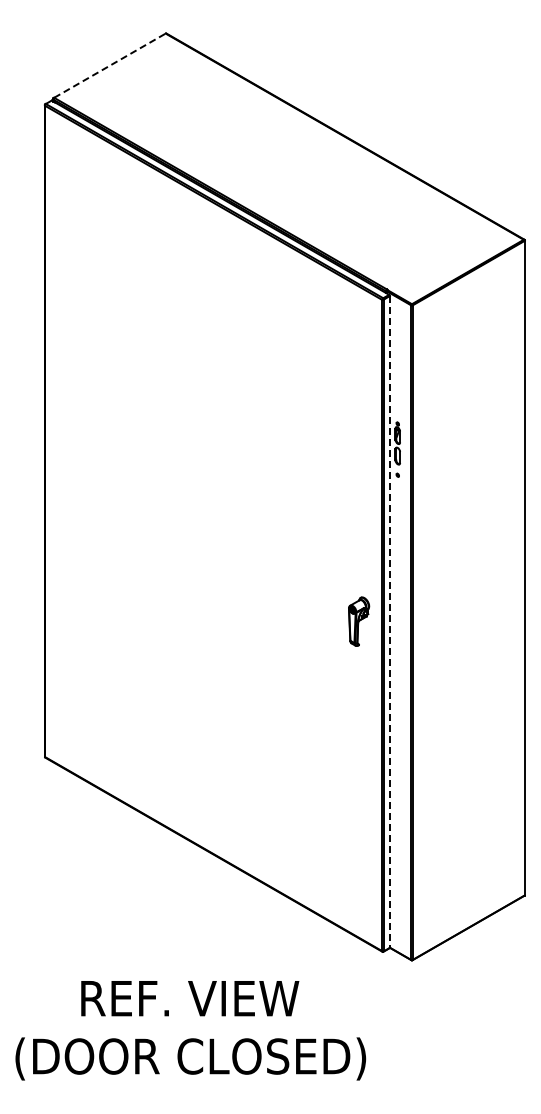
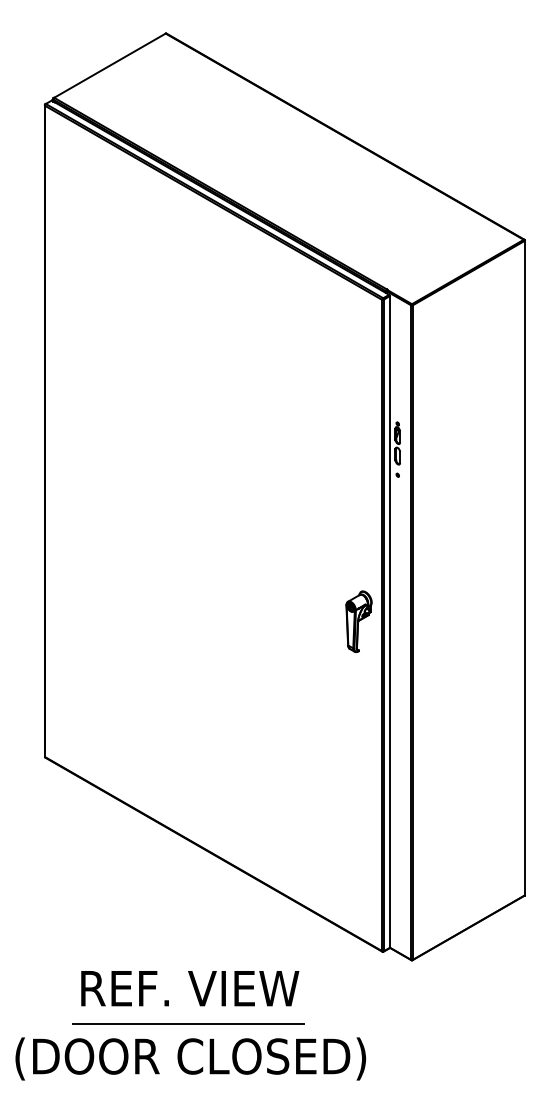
line at (110, 65): dashed -> solid
part at (359, 621) size: 23x51 px -> 28x63 px
line at (389, 622): dashed -> solid
text at (190, 998) position: (190, 998) -> (190, 988)
line at (188, 1024): none -> present
